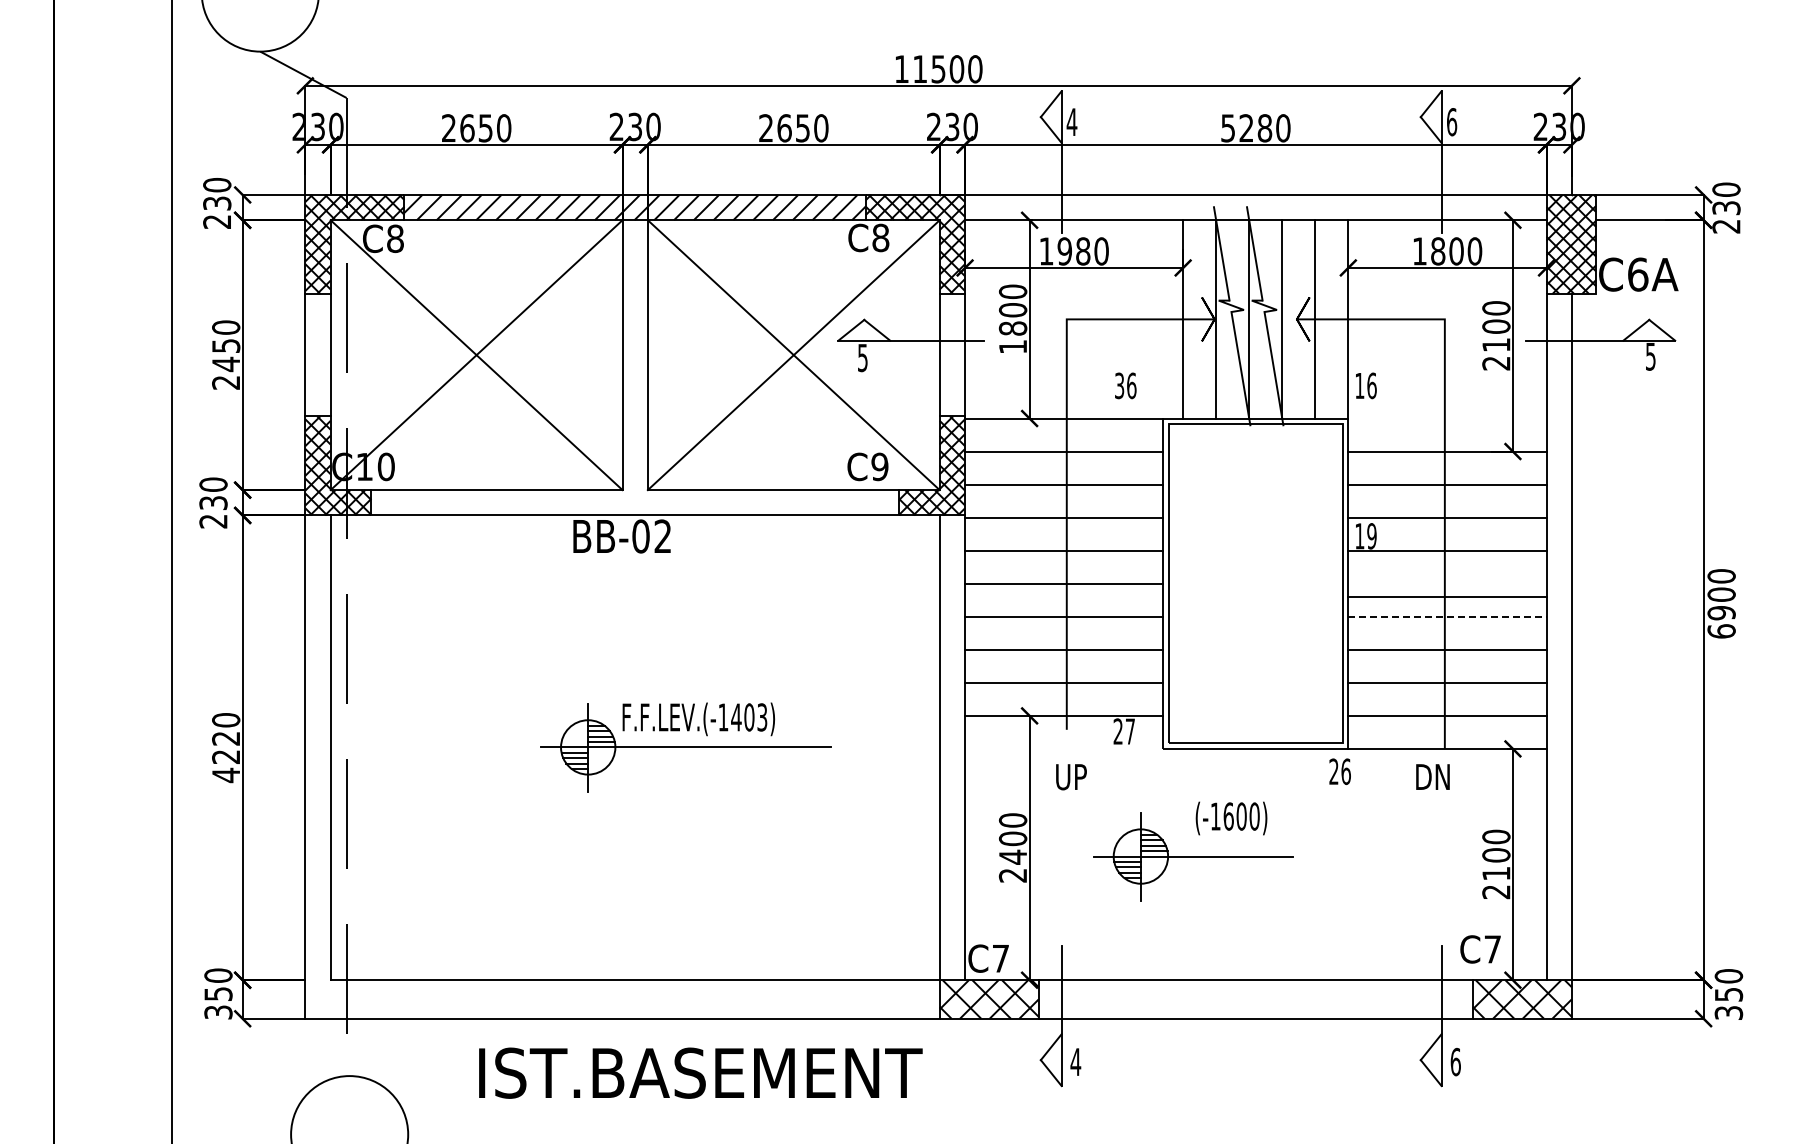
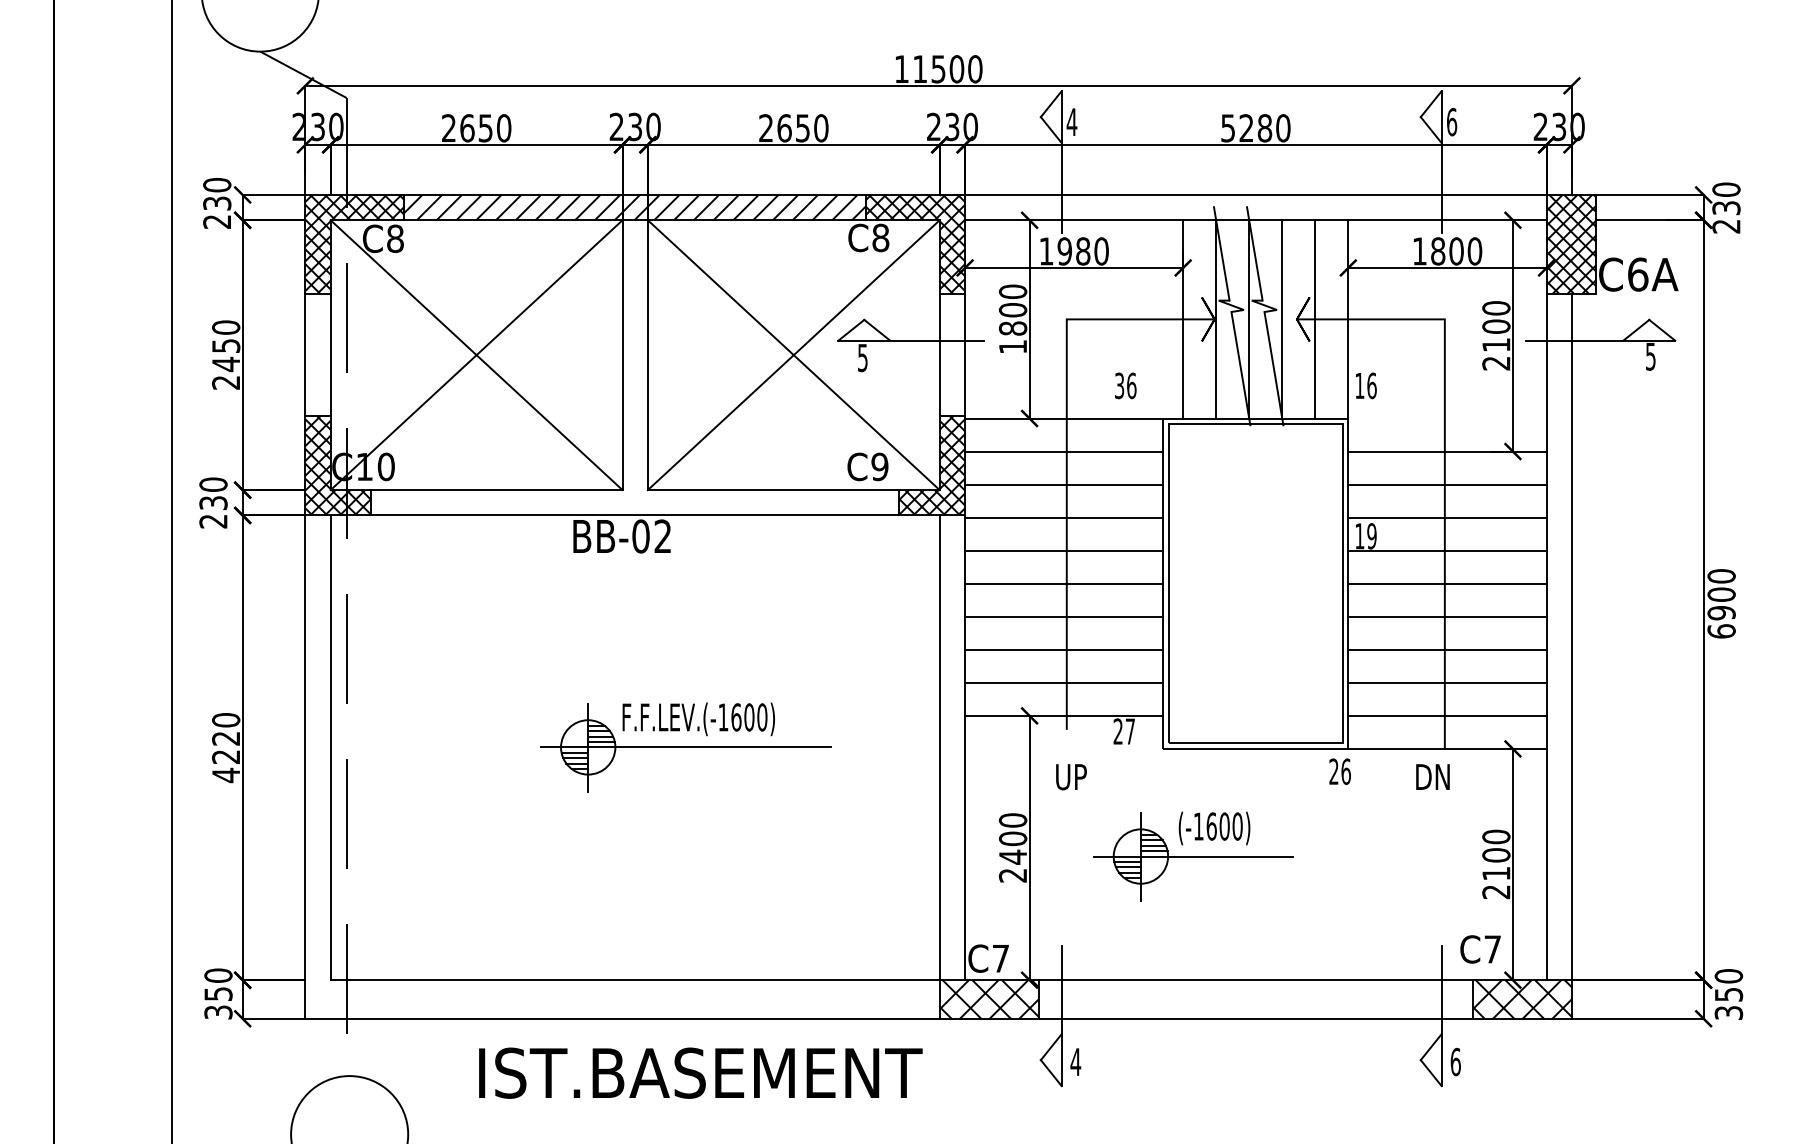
line at (1447, 596) position: (1447, 596) -> (1447, 583)
line at (1447, 616): dashed -> solid
text at (749, 717): F.F.LEV.(-1403) -> F.F.LEV.(-1600)
text at (1231, 818) position: (1231, 818) -> (1214, 828)
